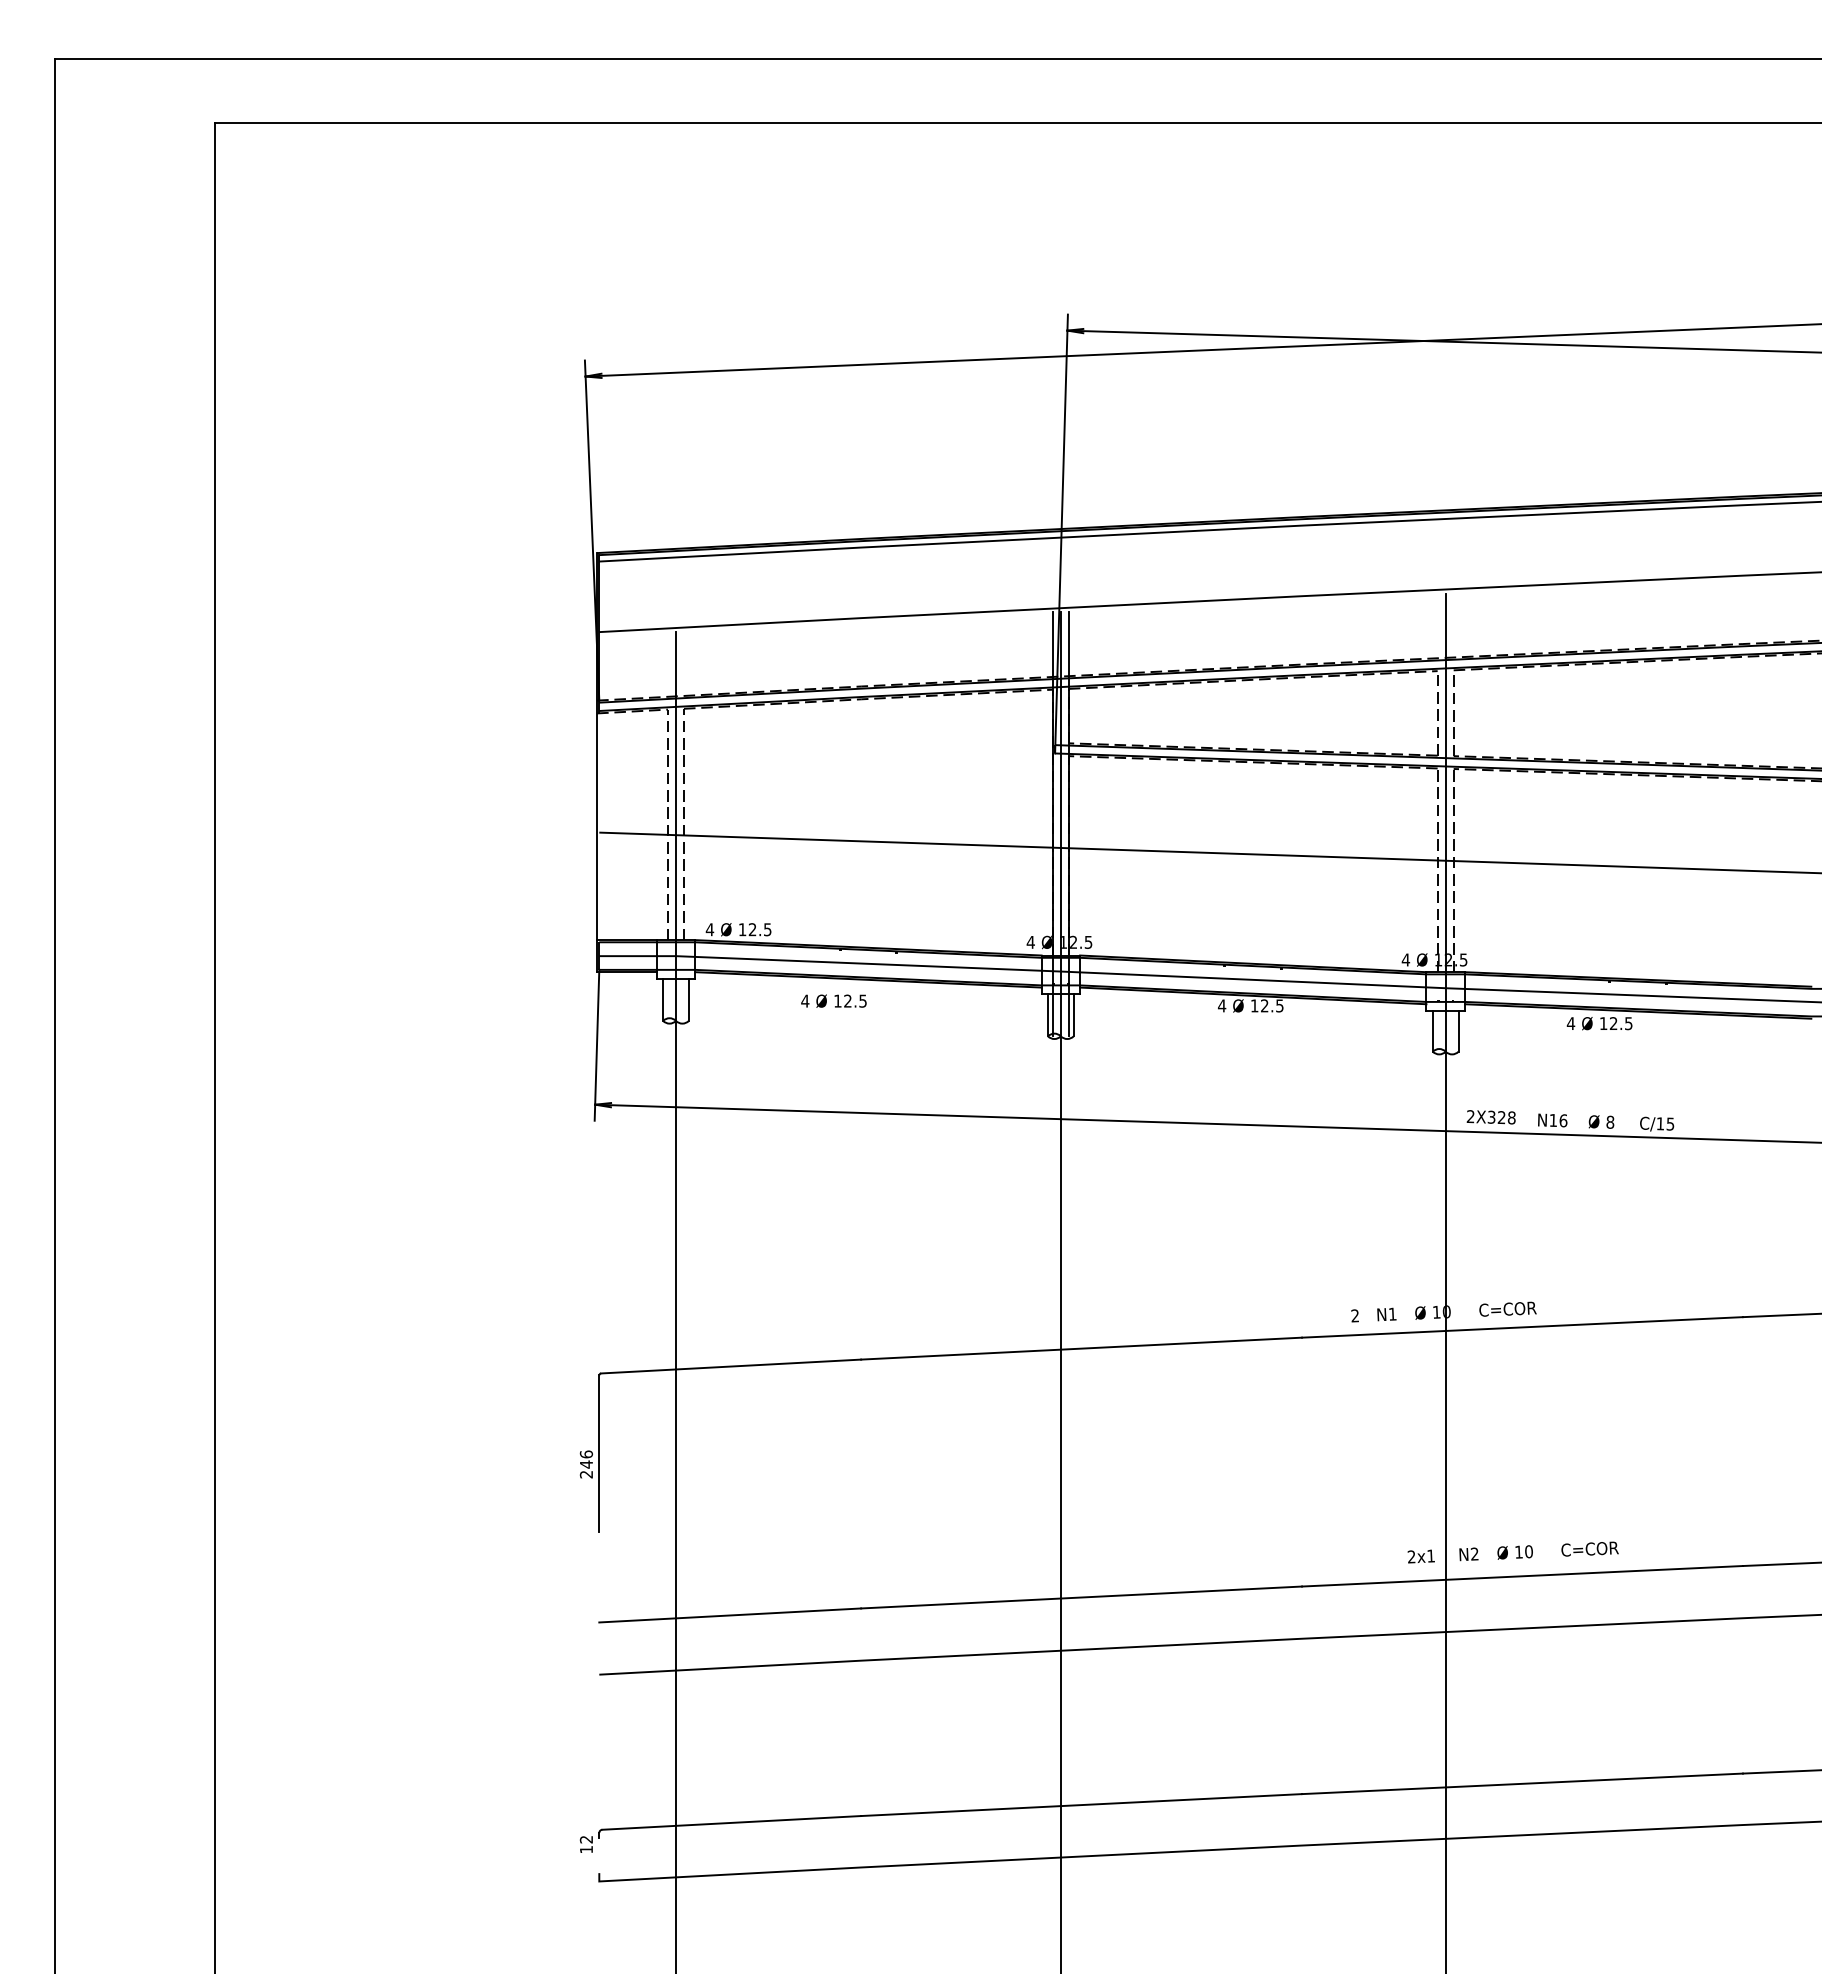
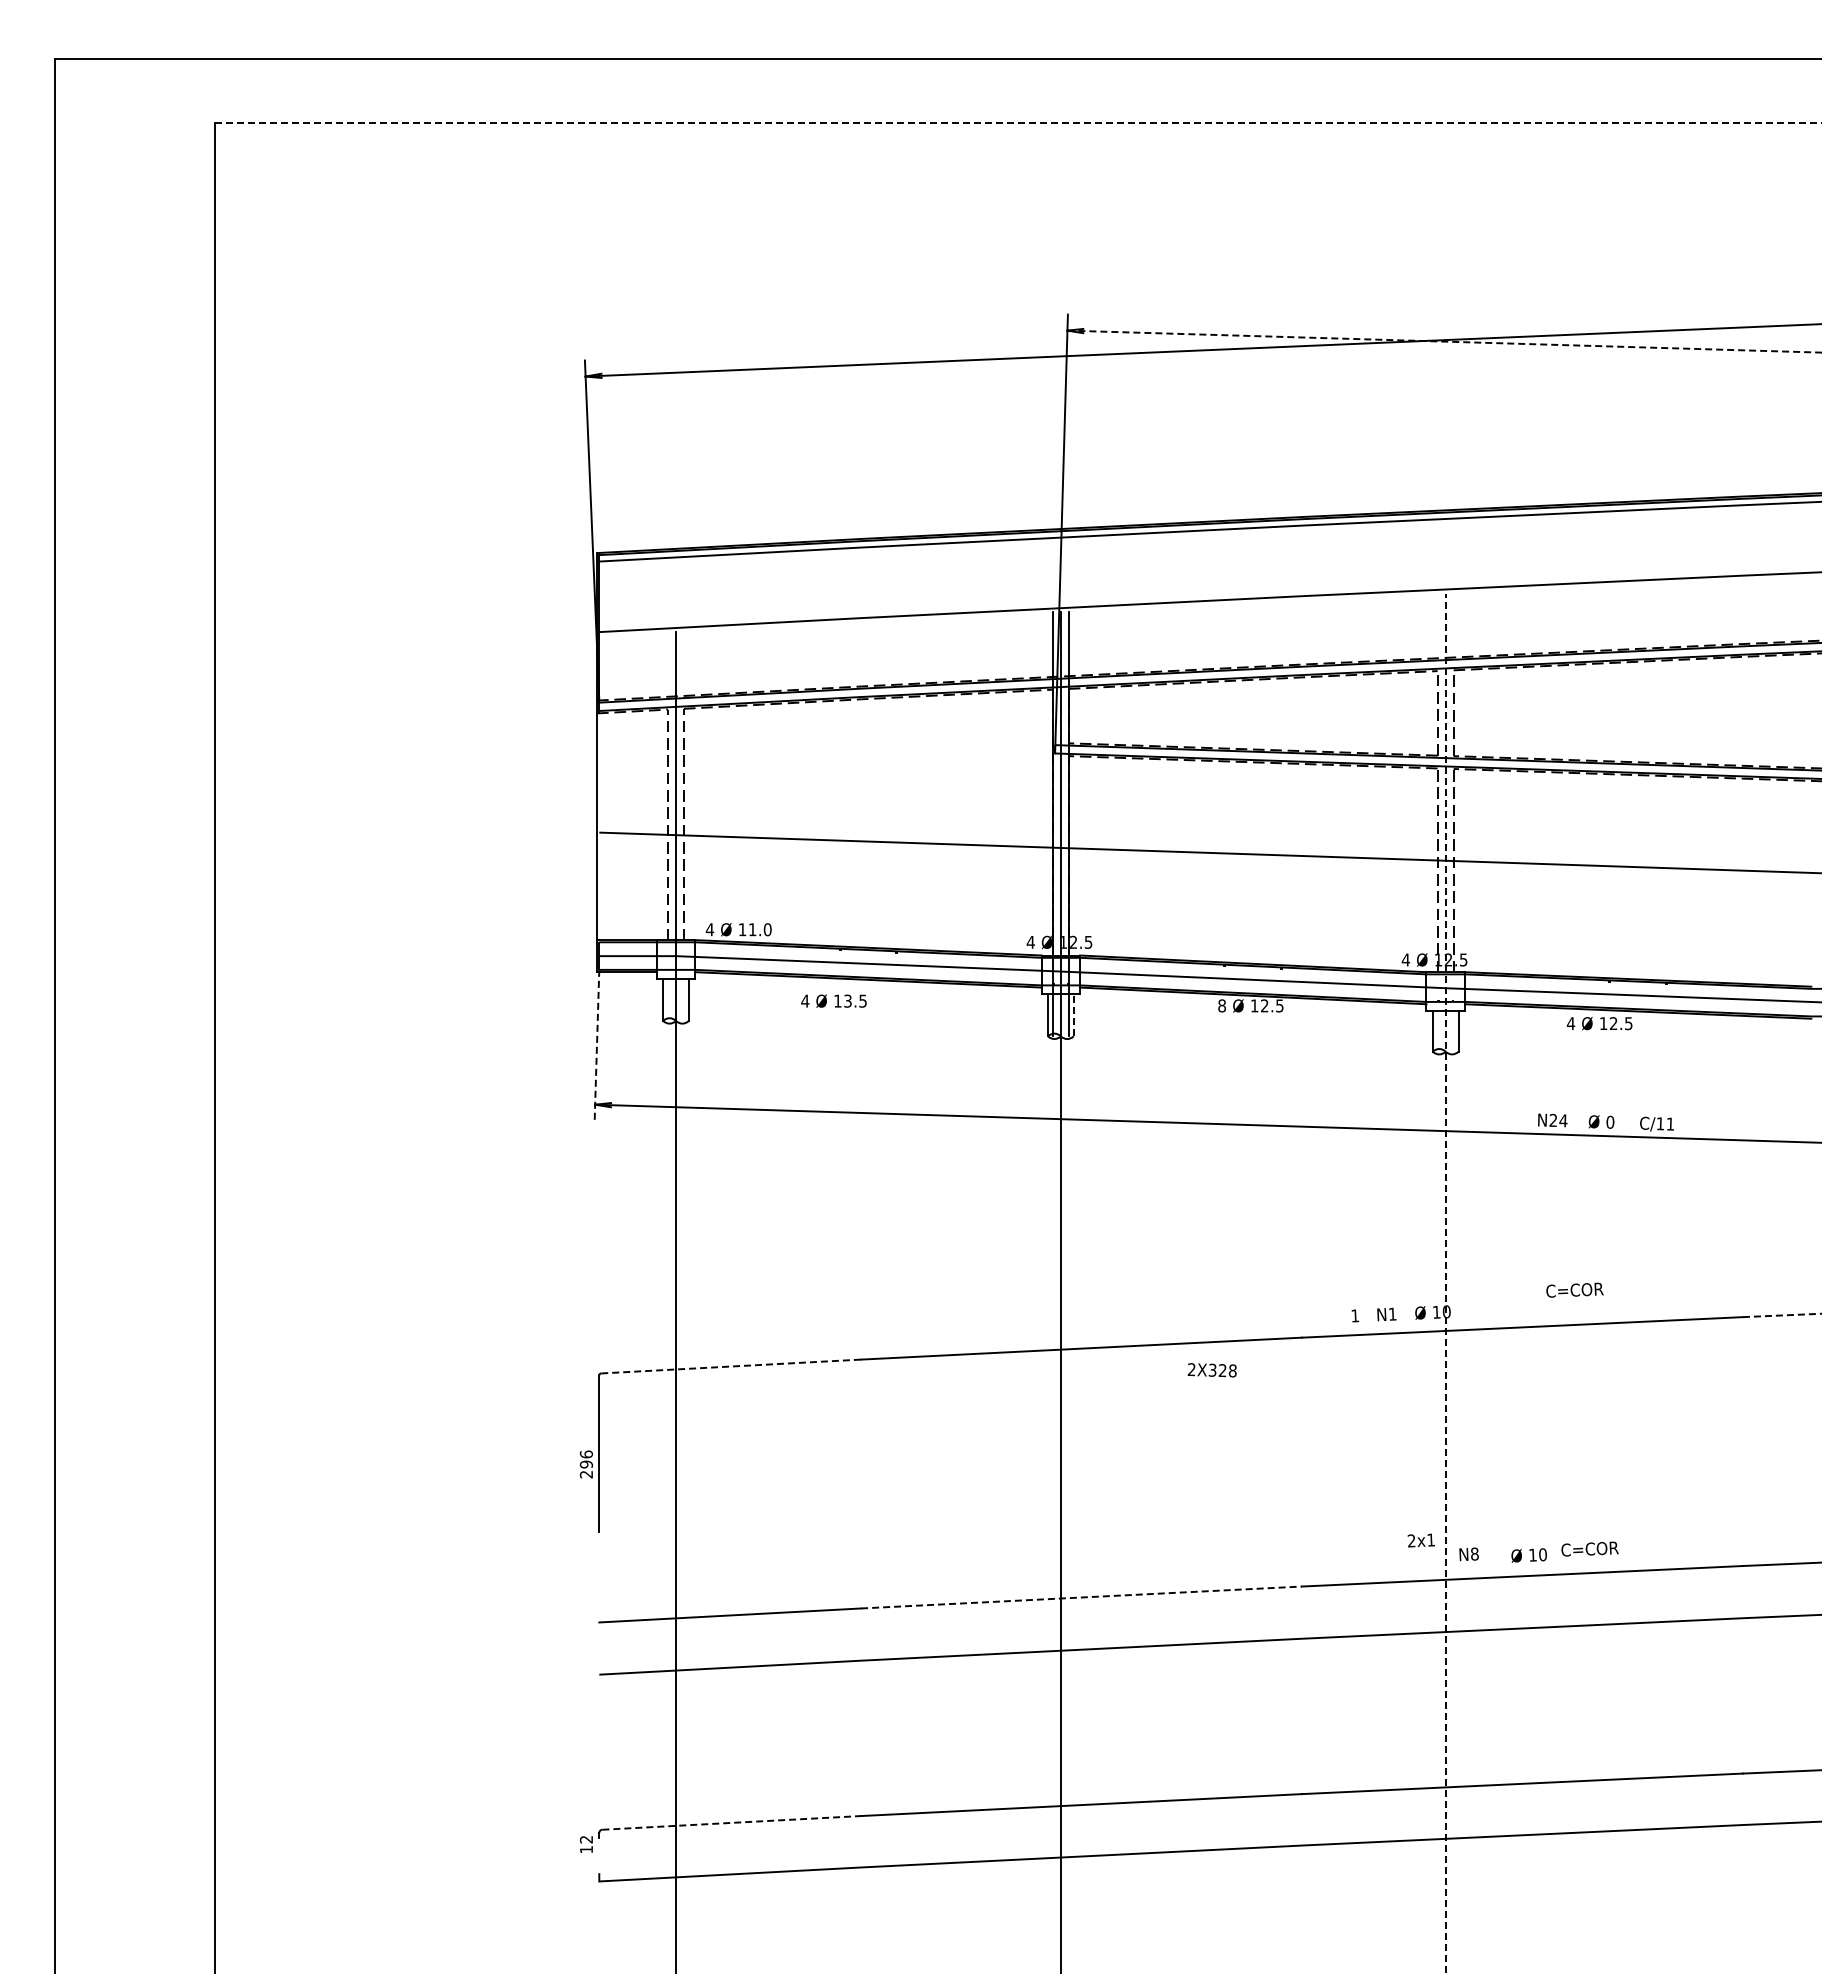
line at (1018, 123): solid -> dashed
line at (1445, 341): solid -> dashed
text at (759, 929): 12.5 -> 11.0
text at (847, 1001): 12.5 -> 13.5
text at (1221, 1005): 4 -> 8
line at (1073, 1014): solid -> dashed
line at (596, 1045): solid -> dashed
text at (1490, 1117) position: (1490, 1117) -> (1211, 1370)
text at (1558, 1120): N16 -> N24
text at (1610, 1122): 8 -> 0
text at (1670, 1123): C/15 -> C/11
line at (1445, 1283): solid -> dashed
text at (1507, 1308) position: (1507, 1308) -> (1574, 1289)
text at (1355, 1315): 2 -> 1
line at (1782, 1315): solid -> dashed
line at (731, 1366): solid -> dashed
text at (586, 1464): 246 -> 296
text at (1514, 1552) position: (1514, 1552) -> (1528, 1555)
text at (1474, 1553): N2 -> N8
text at (1420, 1556) position: (1420, 1556) -> (1420, 1540)
line at (1081, 1597): solid -> dashed
line at (731, 1822): solid -> dashed
